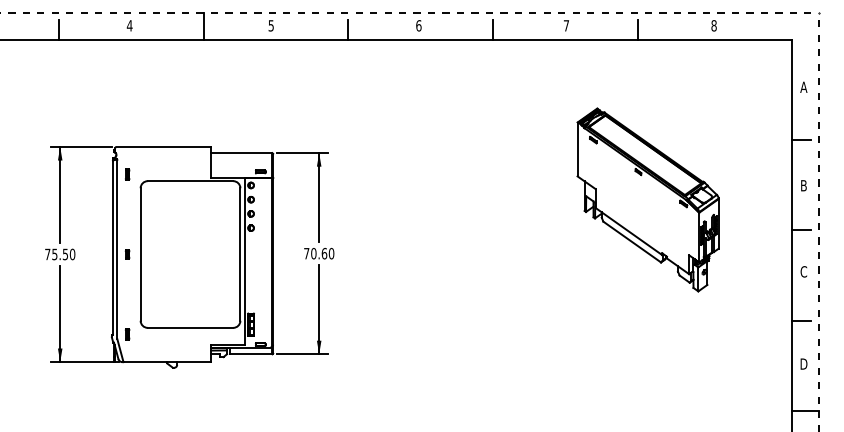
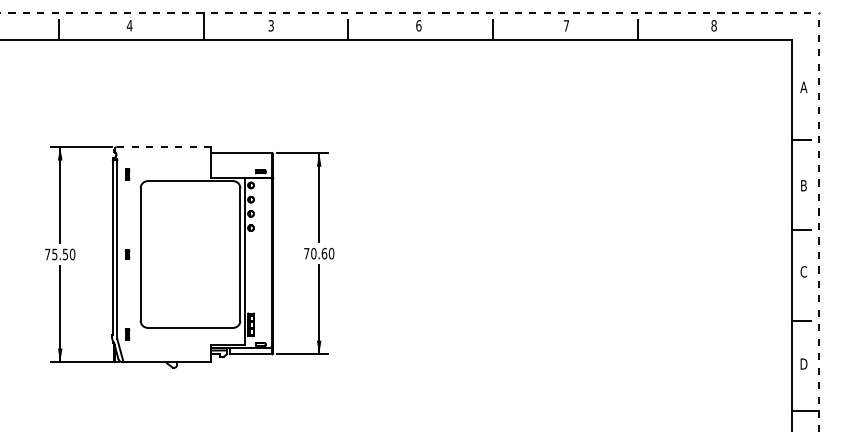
text at (271, 25): 5 -> 3
line at (163, 146): solid -> dashed
part at (647, 199): present -> none
